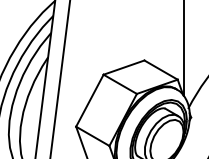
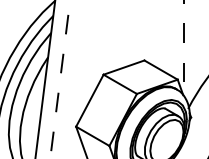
line at (183, 48): solid -> dashed
line at (60, 80): solid -> dashed
